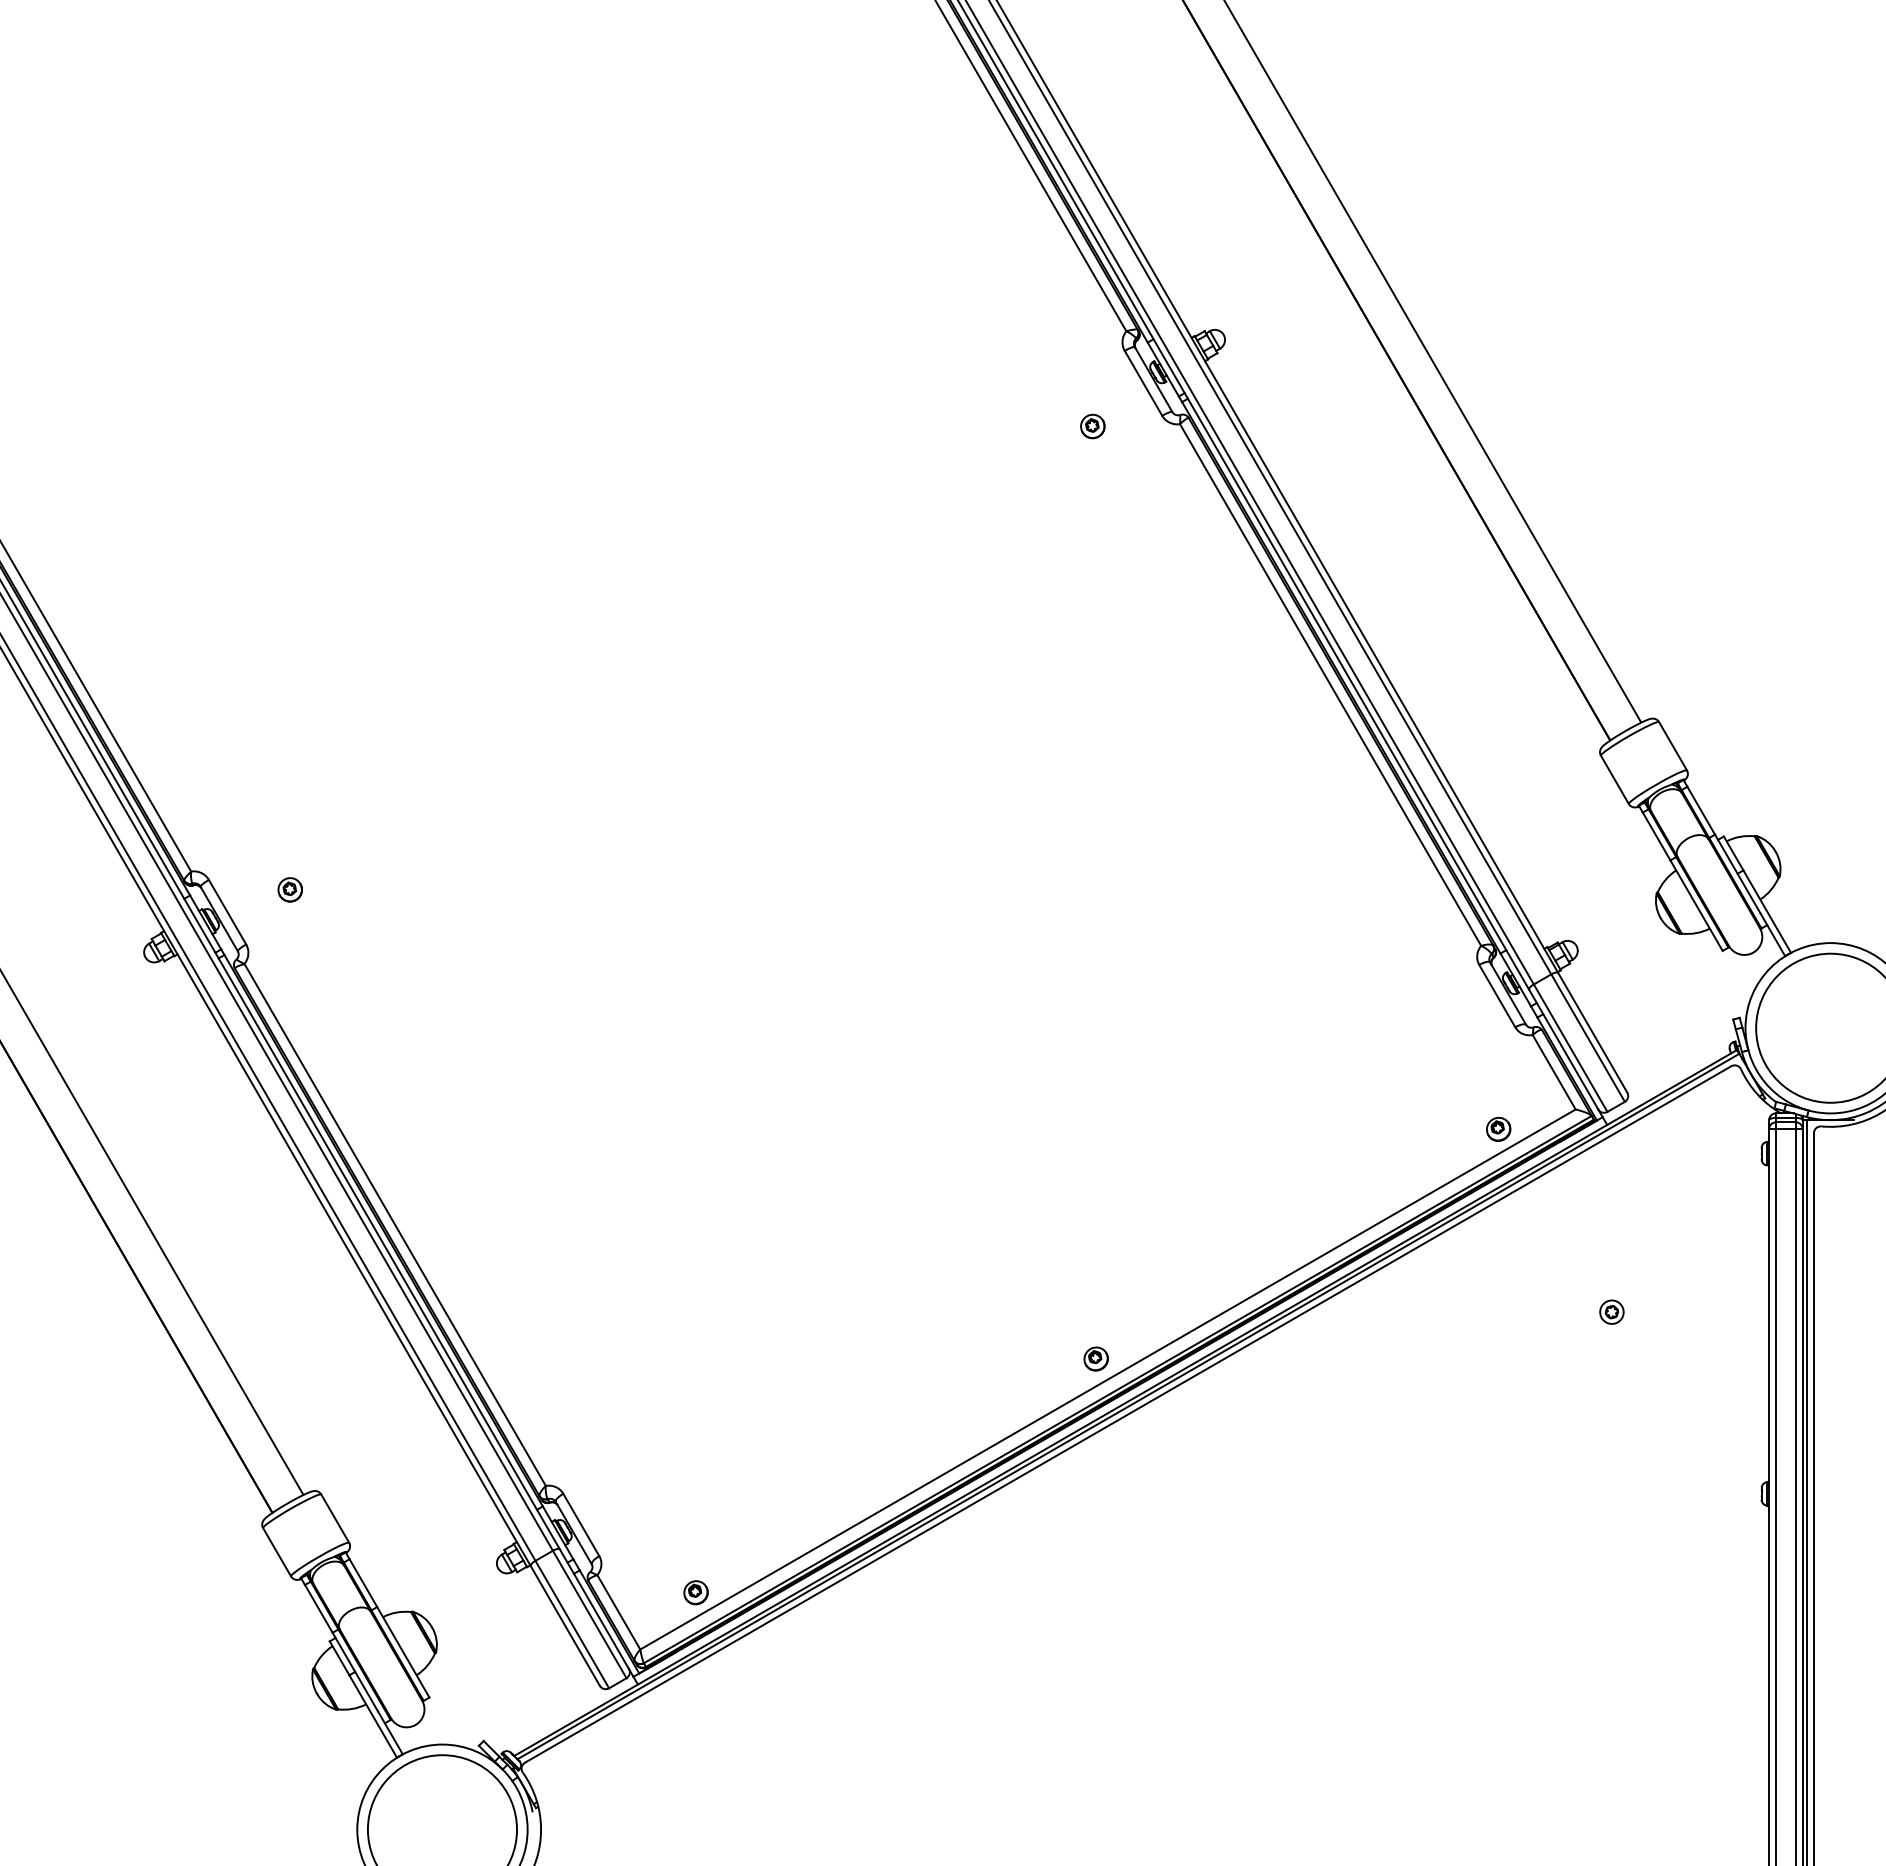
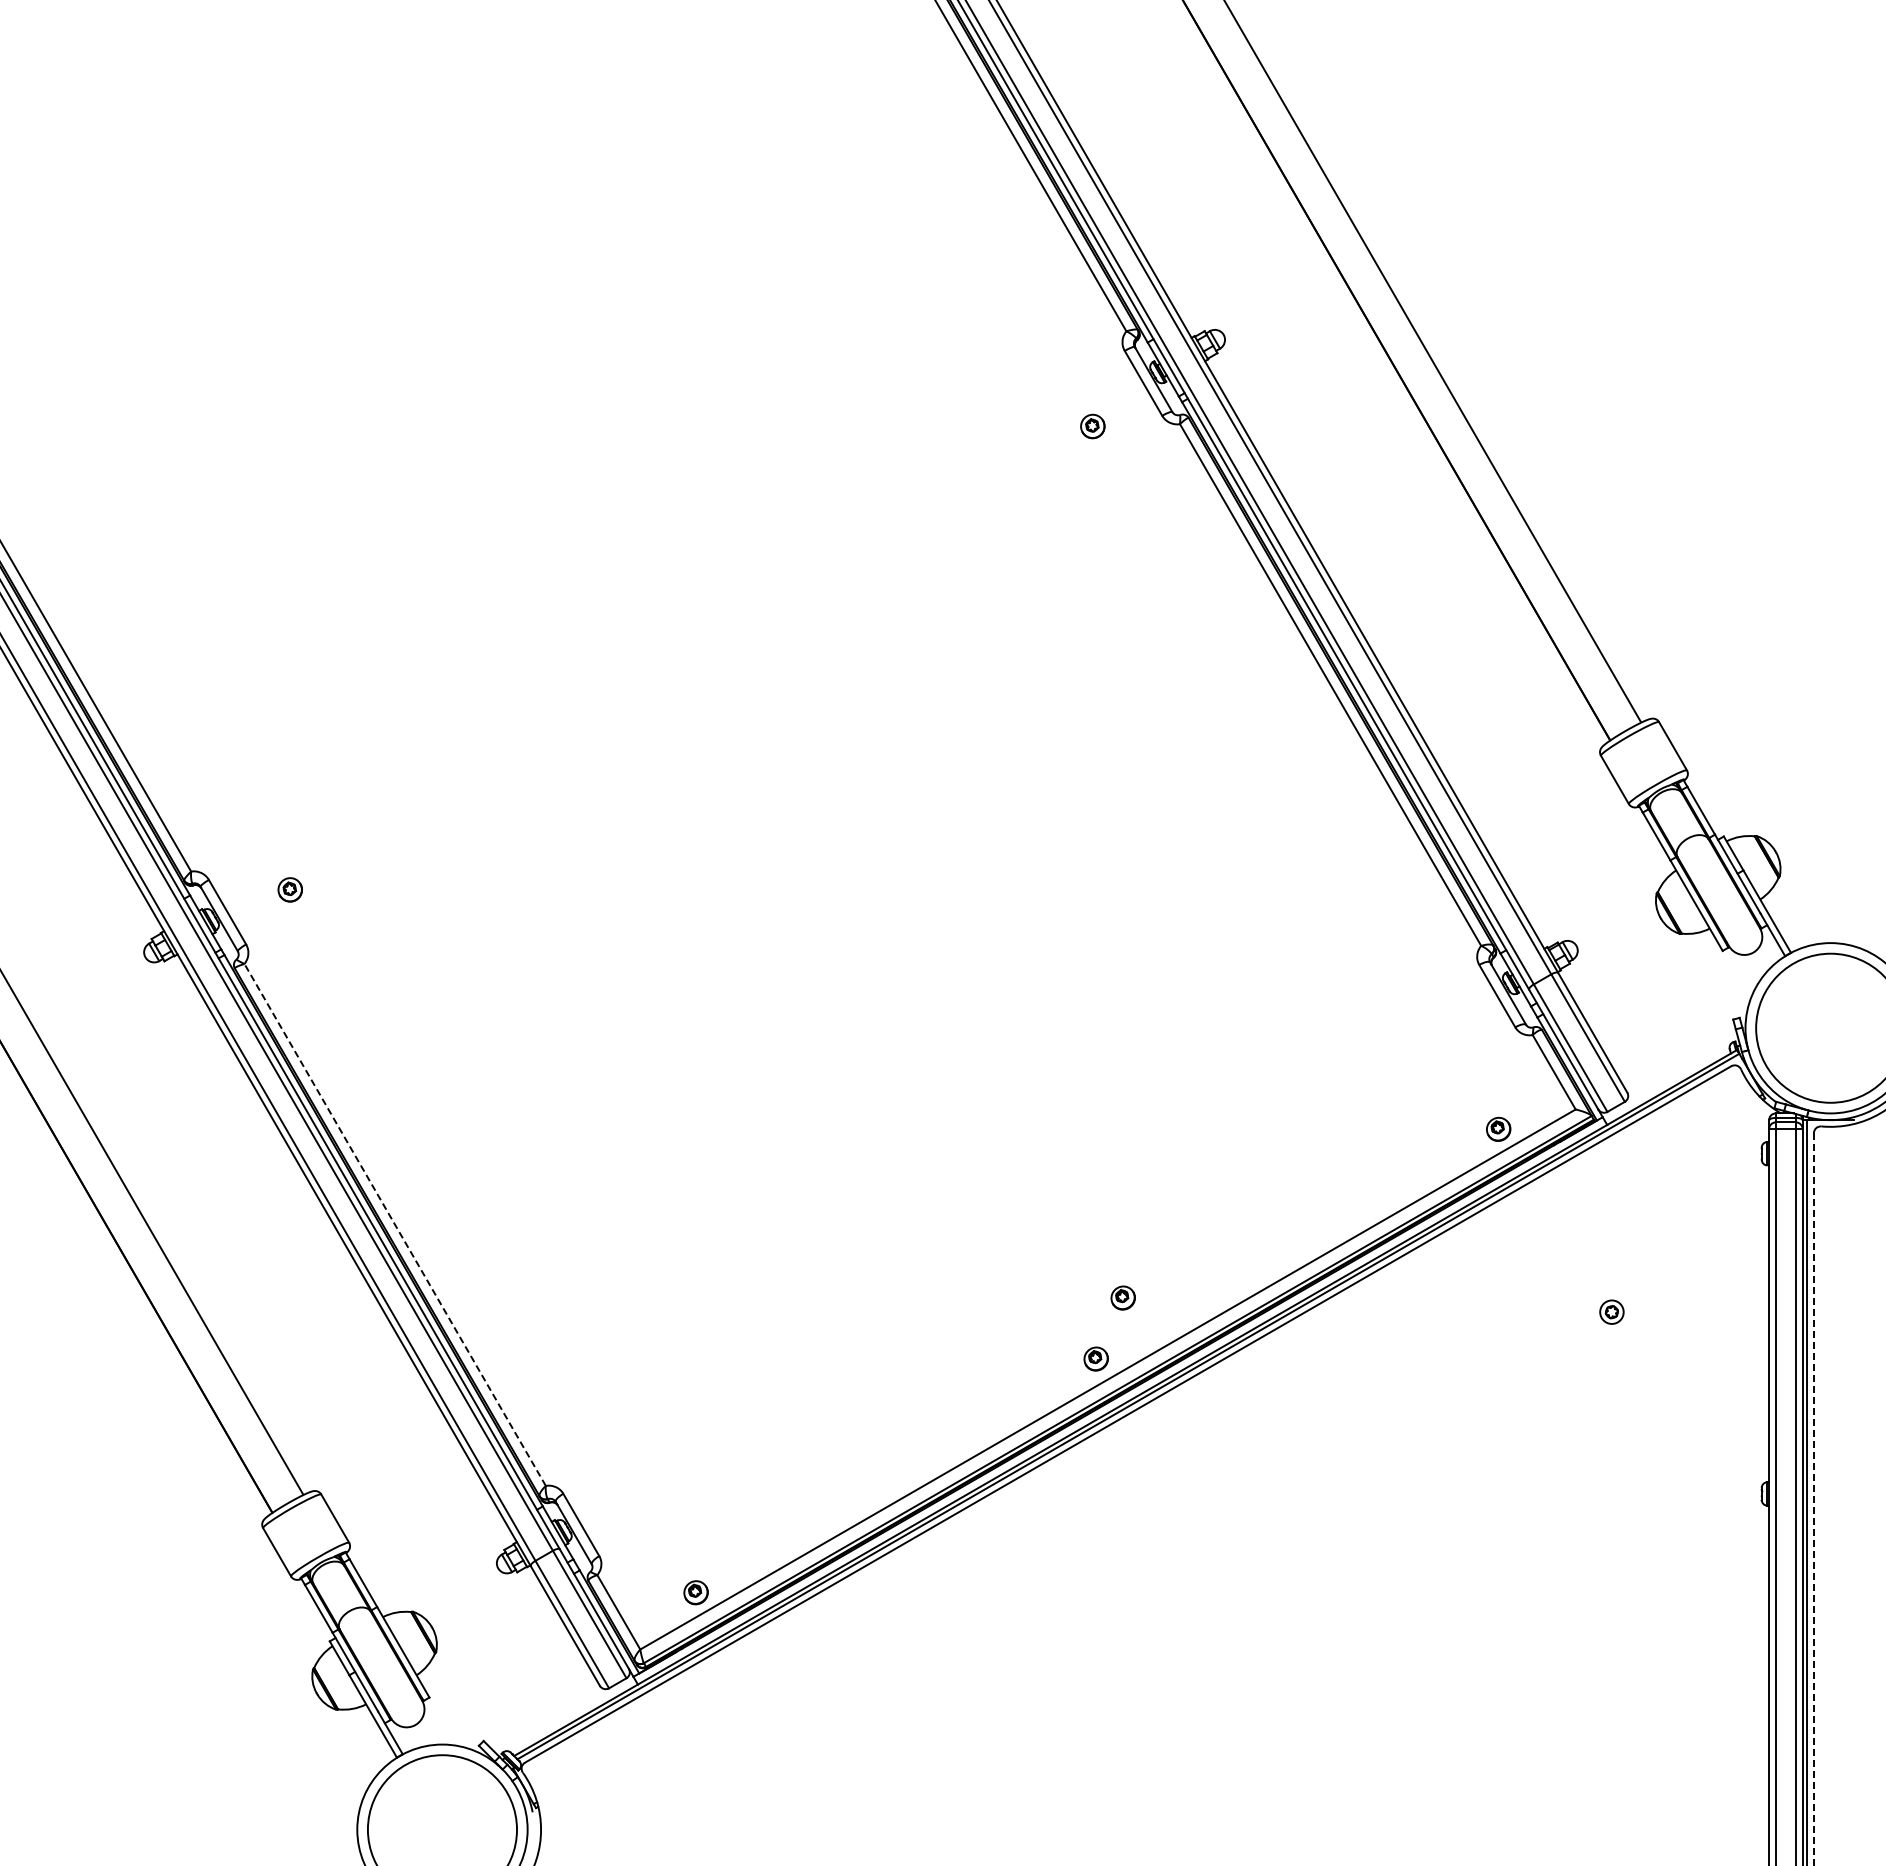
line at (394, 1224): solid -> dashed
part at (1122, 1297): none -> present
line at (1813, 1500): solid -> dashed
